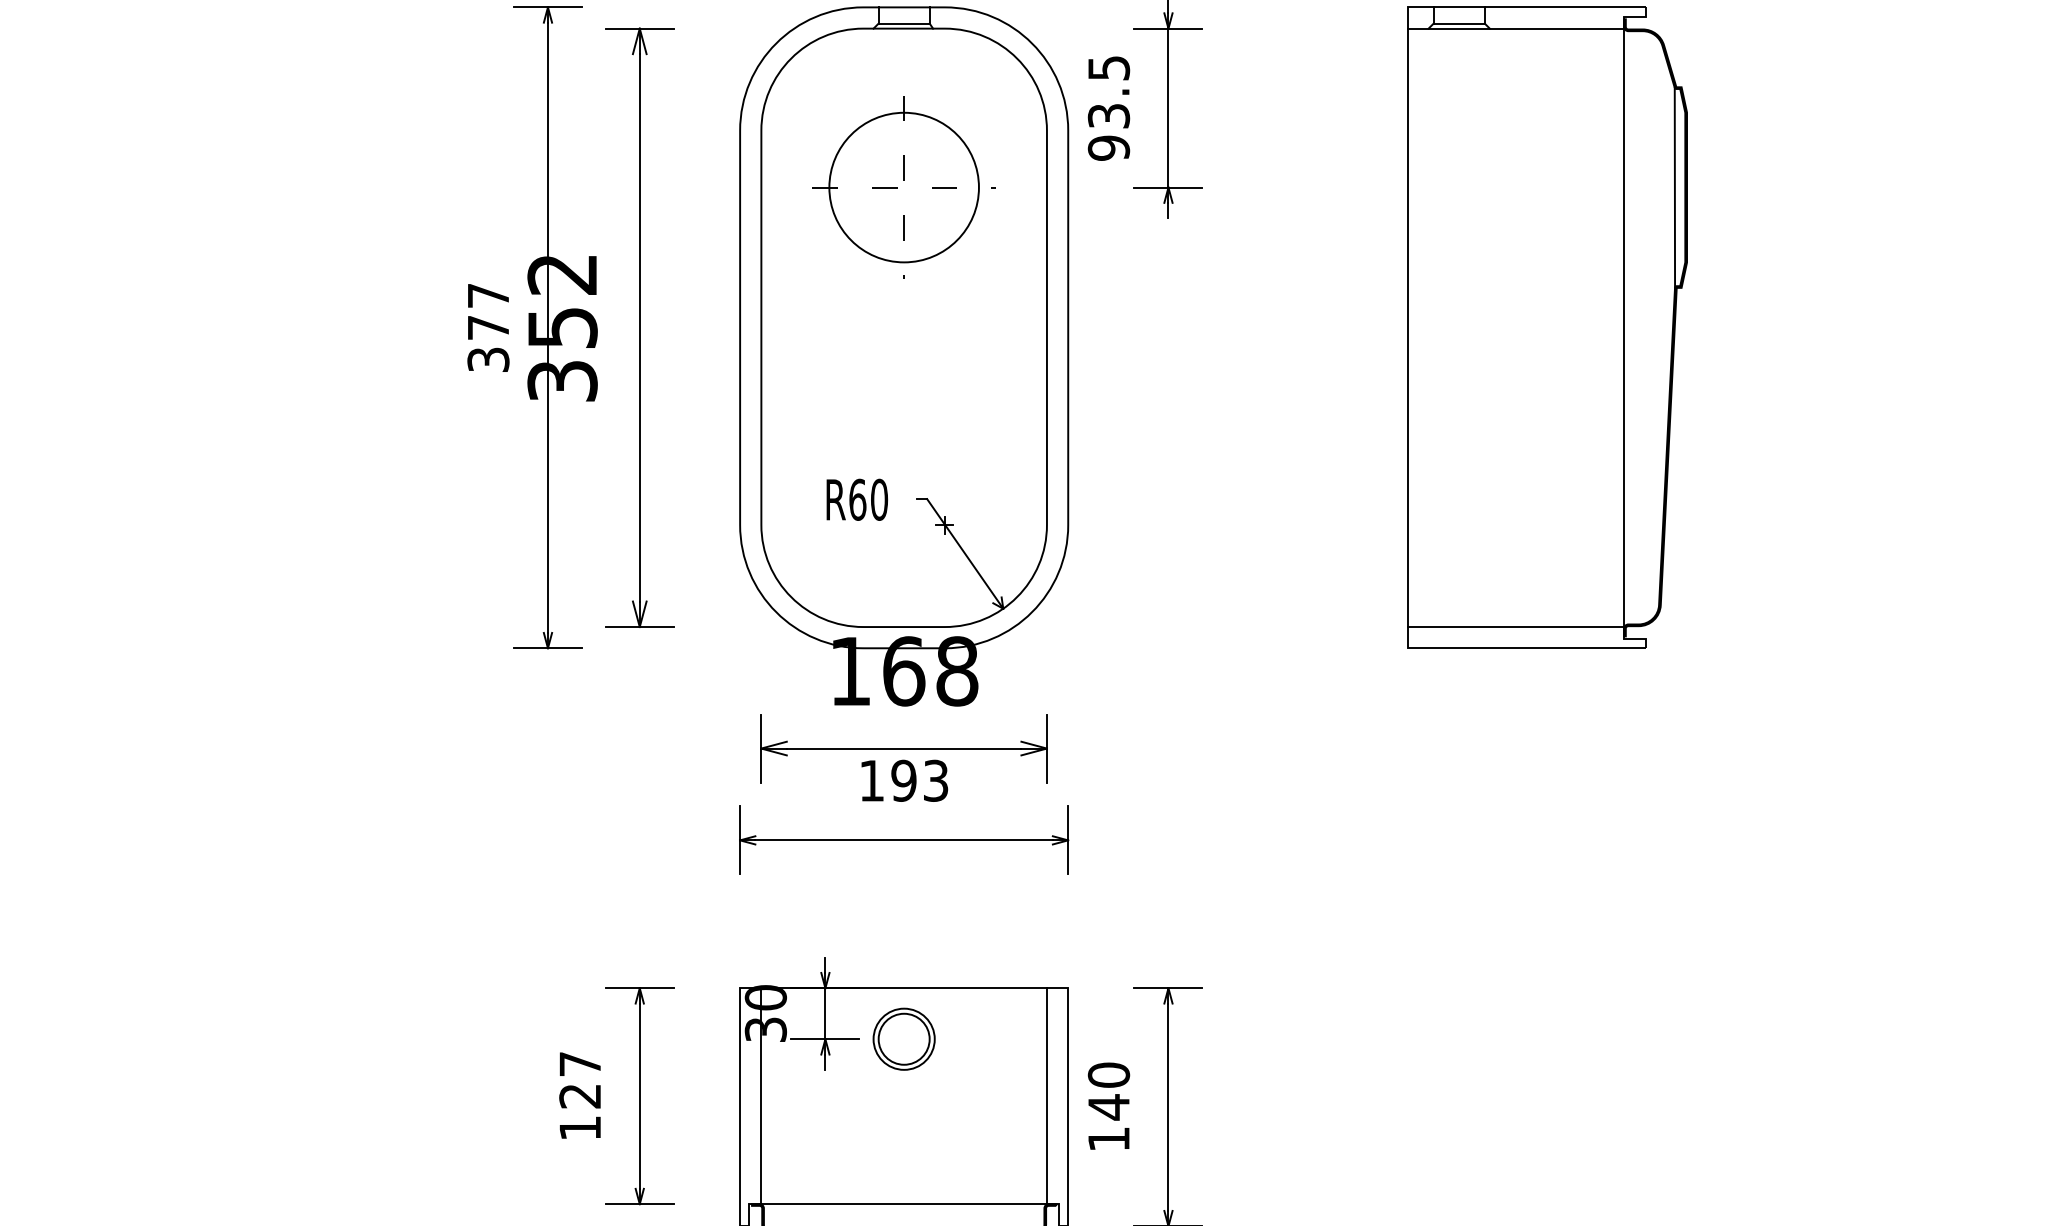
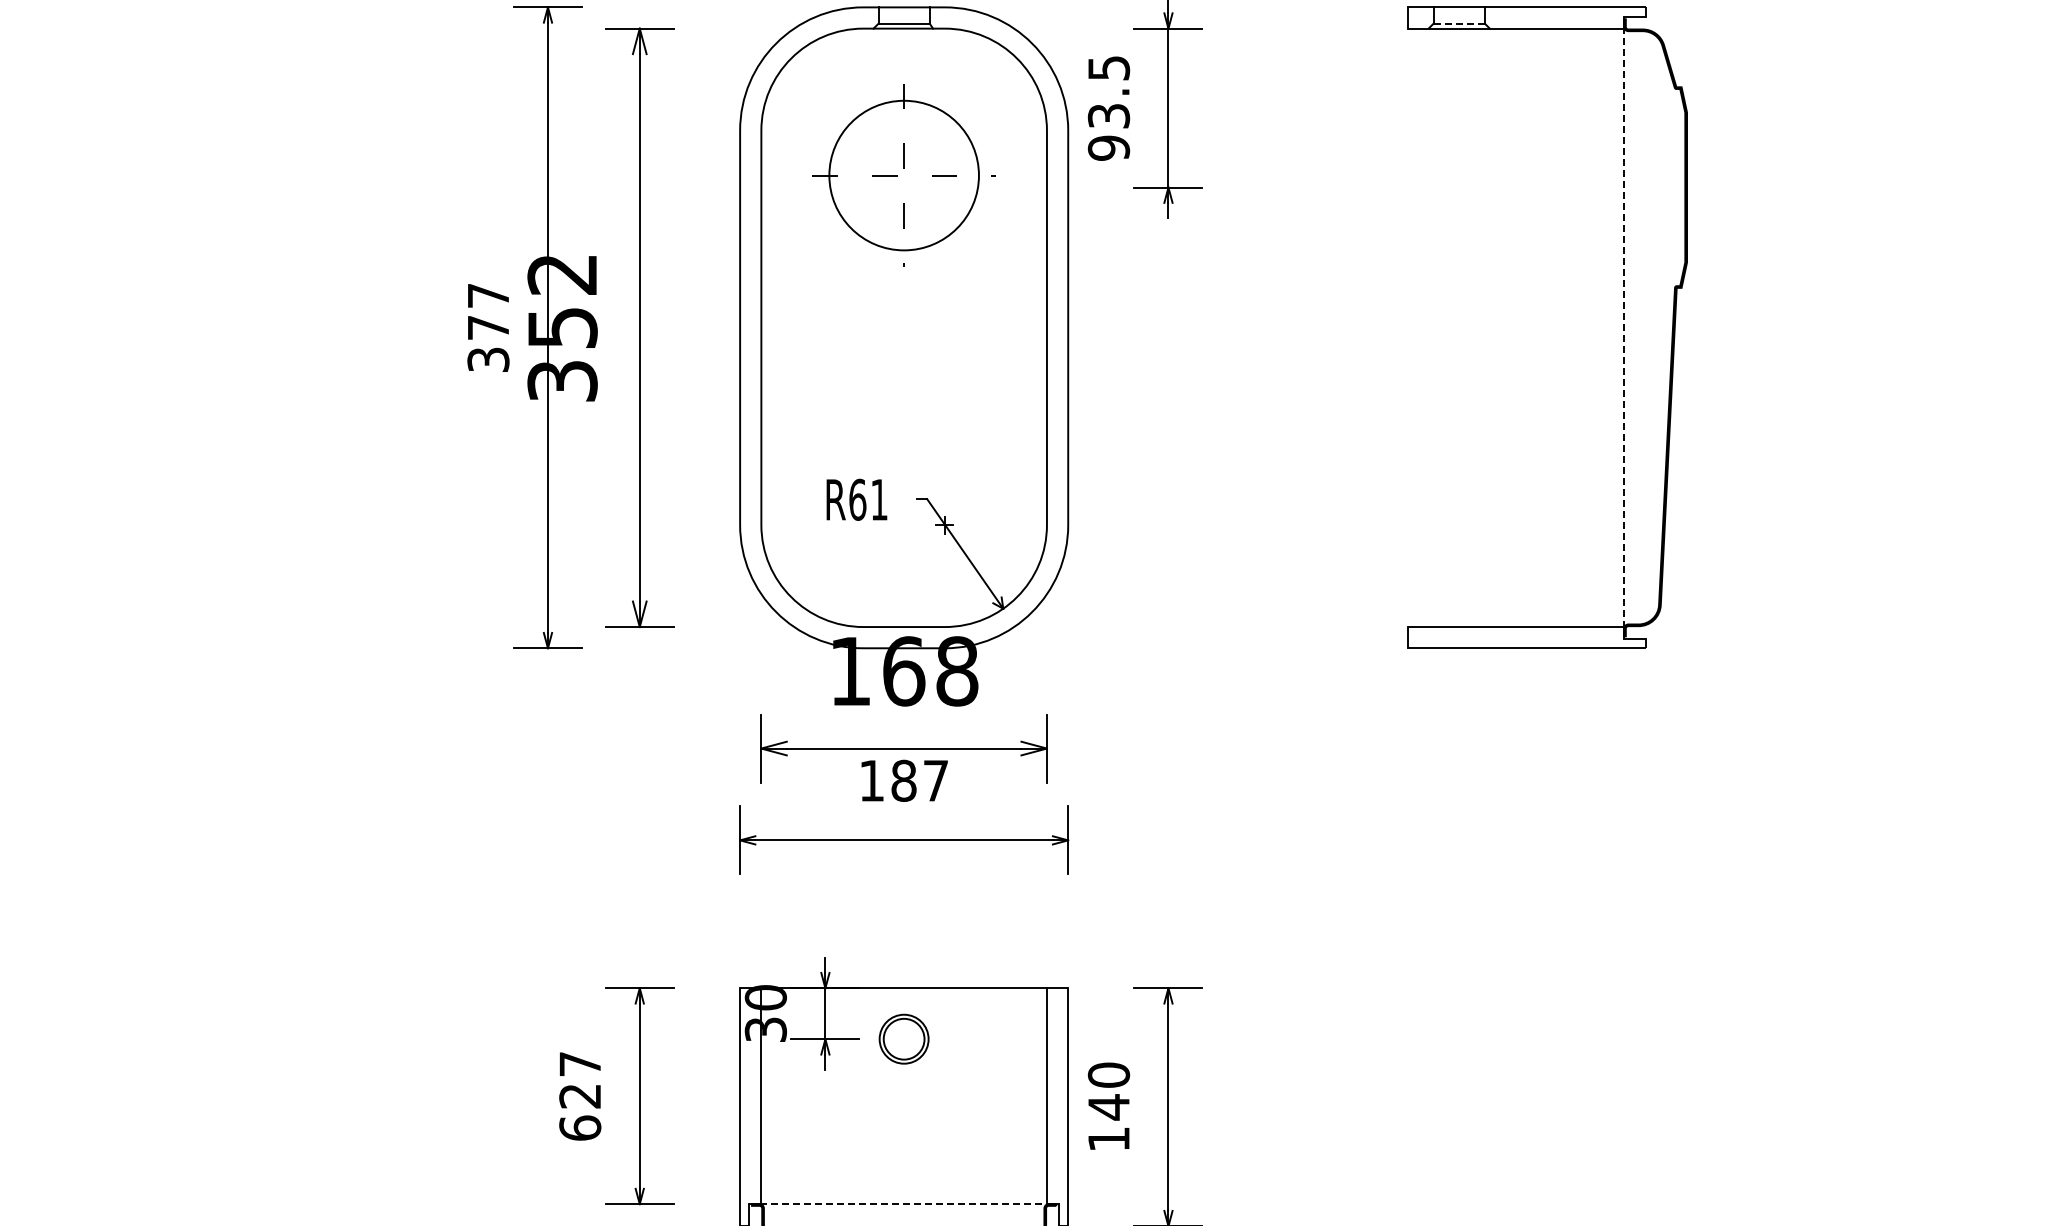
line at (1458, 23): solid -> dashed
part at (903, 187) position: (903, 187) -> (903, 175)
line at (1674, 187): present -> none
line at (1408, 327): present -> none
line at (1624, 327): solid -> dashed
text at (879, 499): R60 -> R61
text at (919, 780): 193 -> 187
part at (903, 1038) size: 64x64 px -> 52x52 px
text at (580, 1127): 127 -> 627
line at (904, 1204): solid -> dashed
